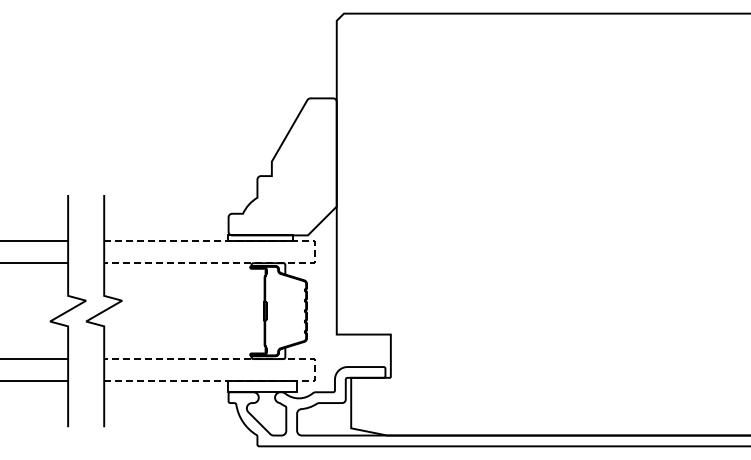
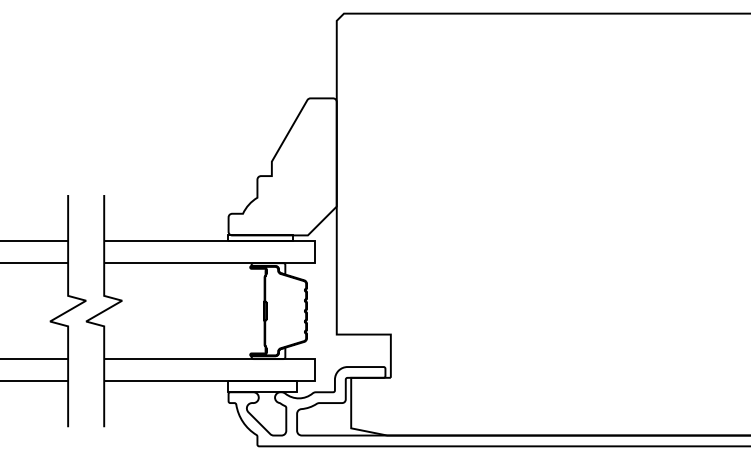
line at (315, 252): dashed -> solid
line at (315, 369): dashed -> solid
